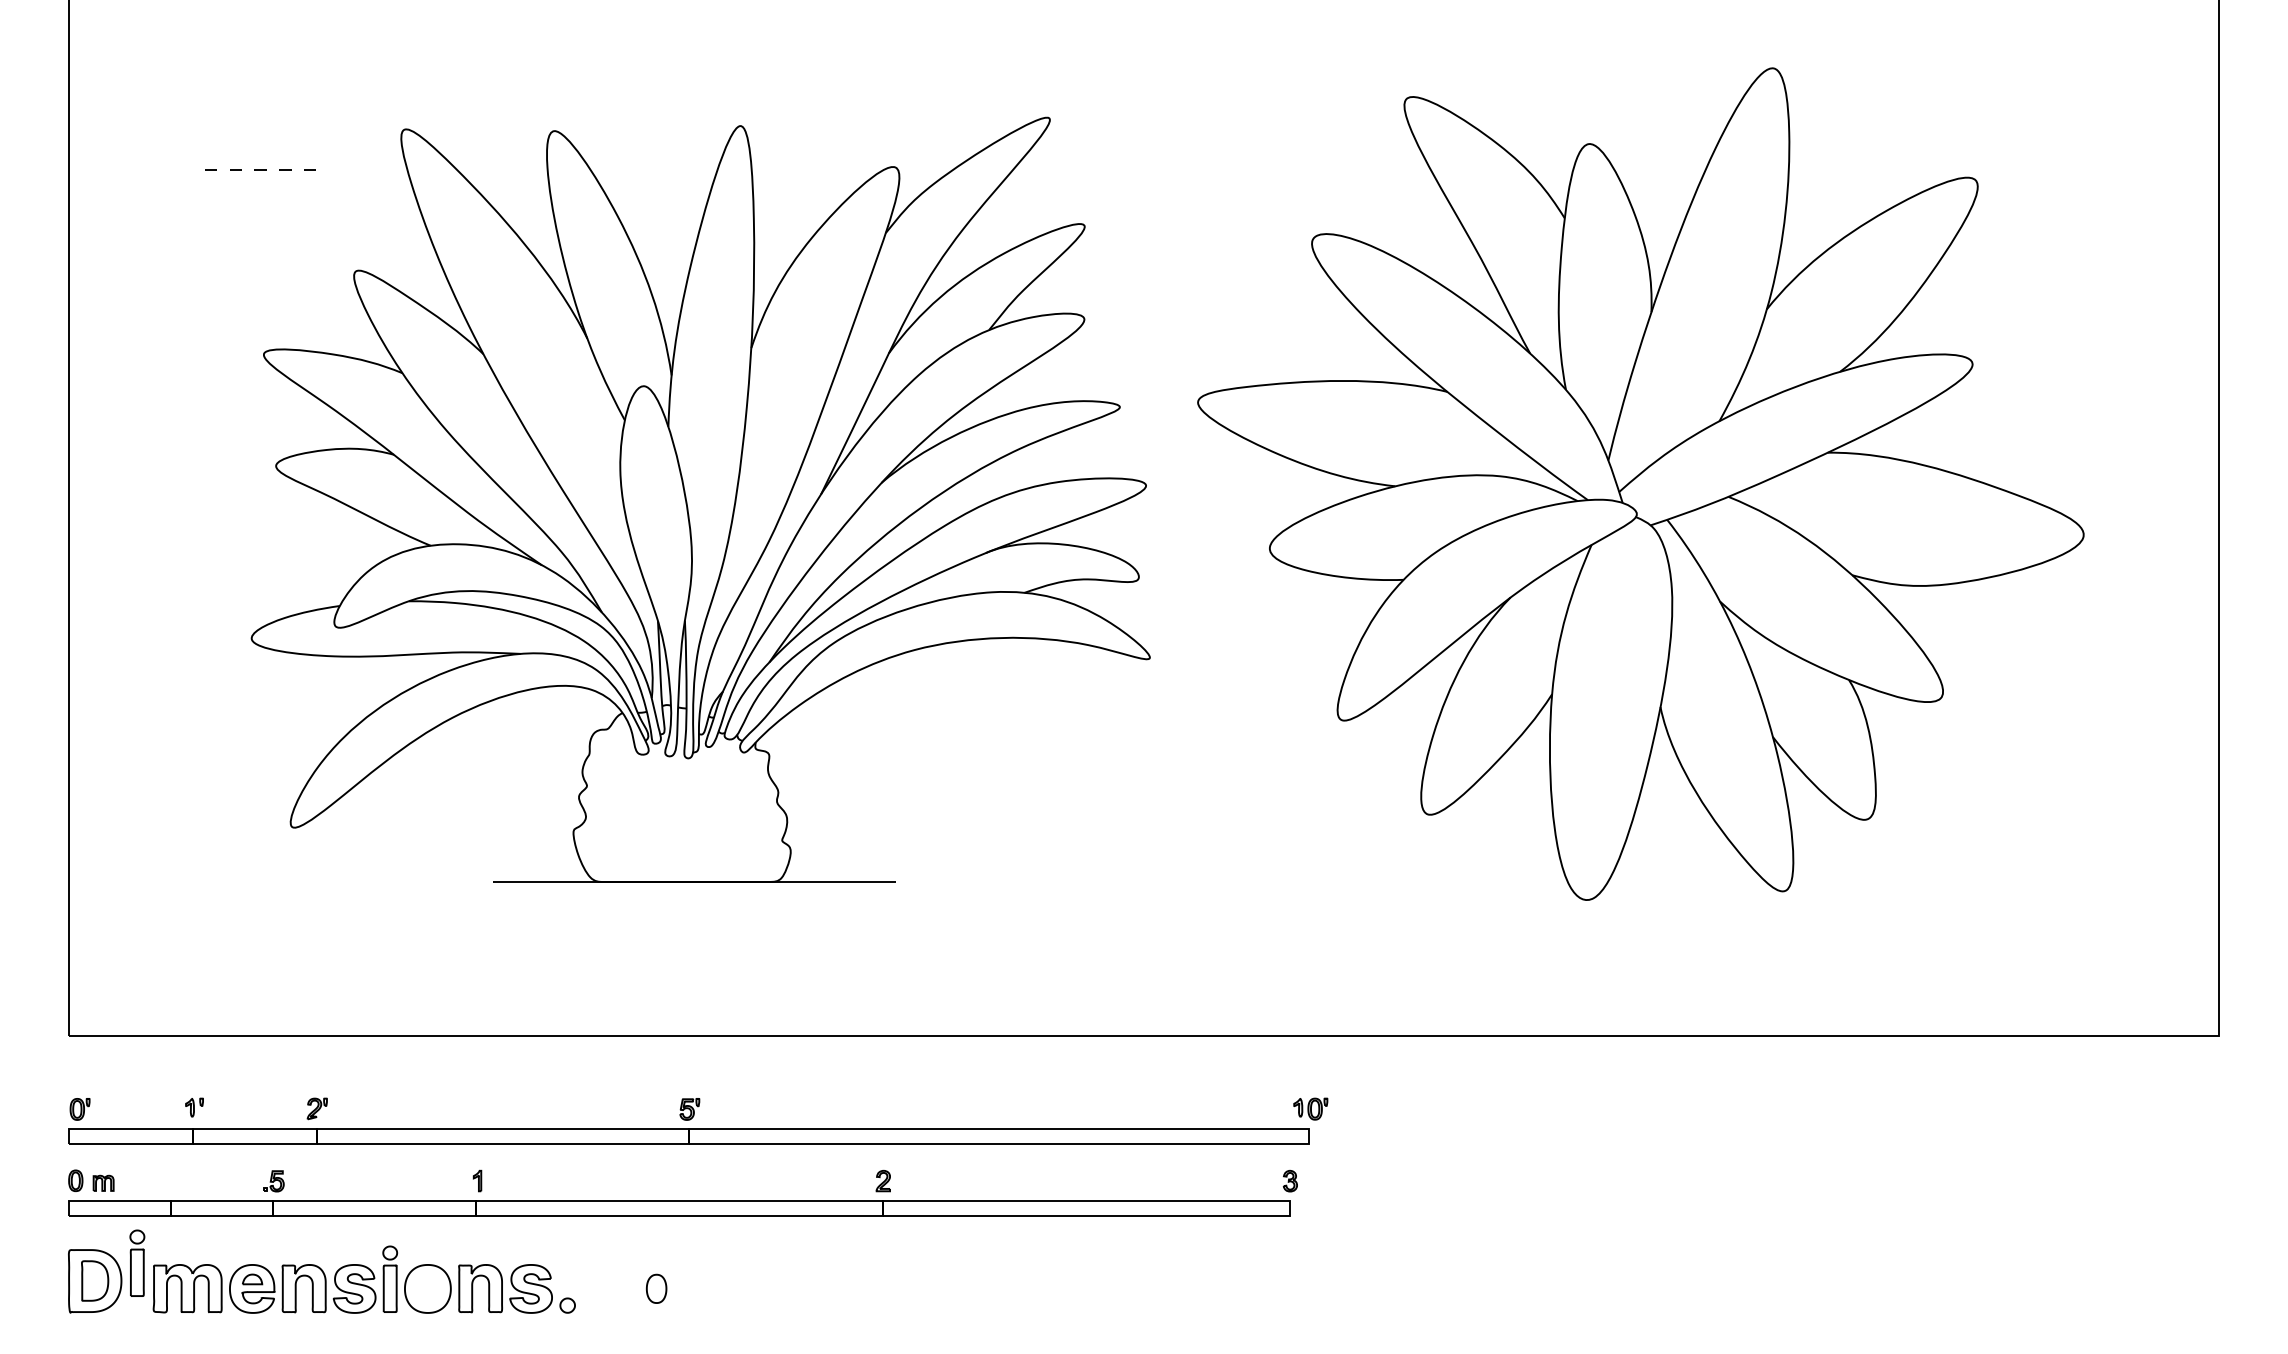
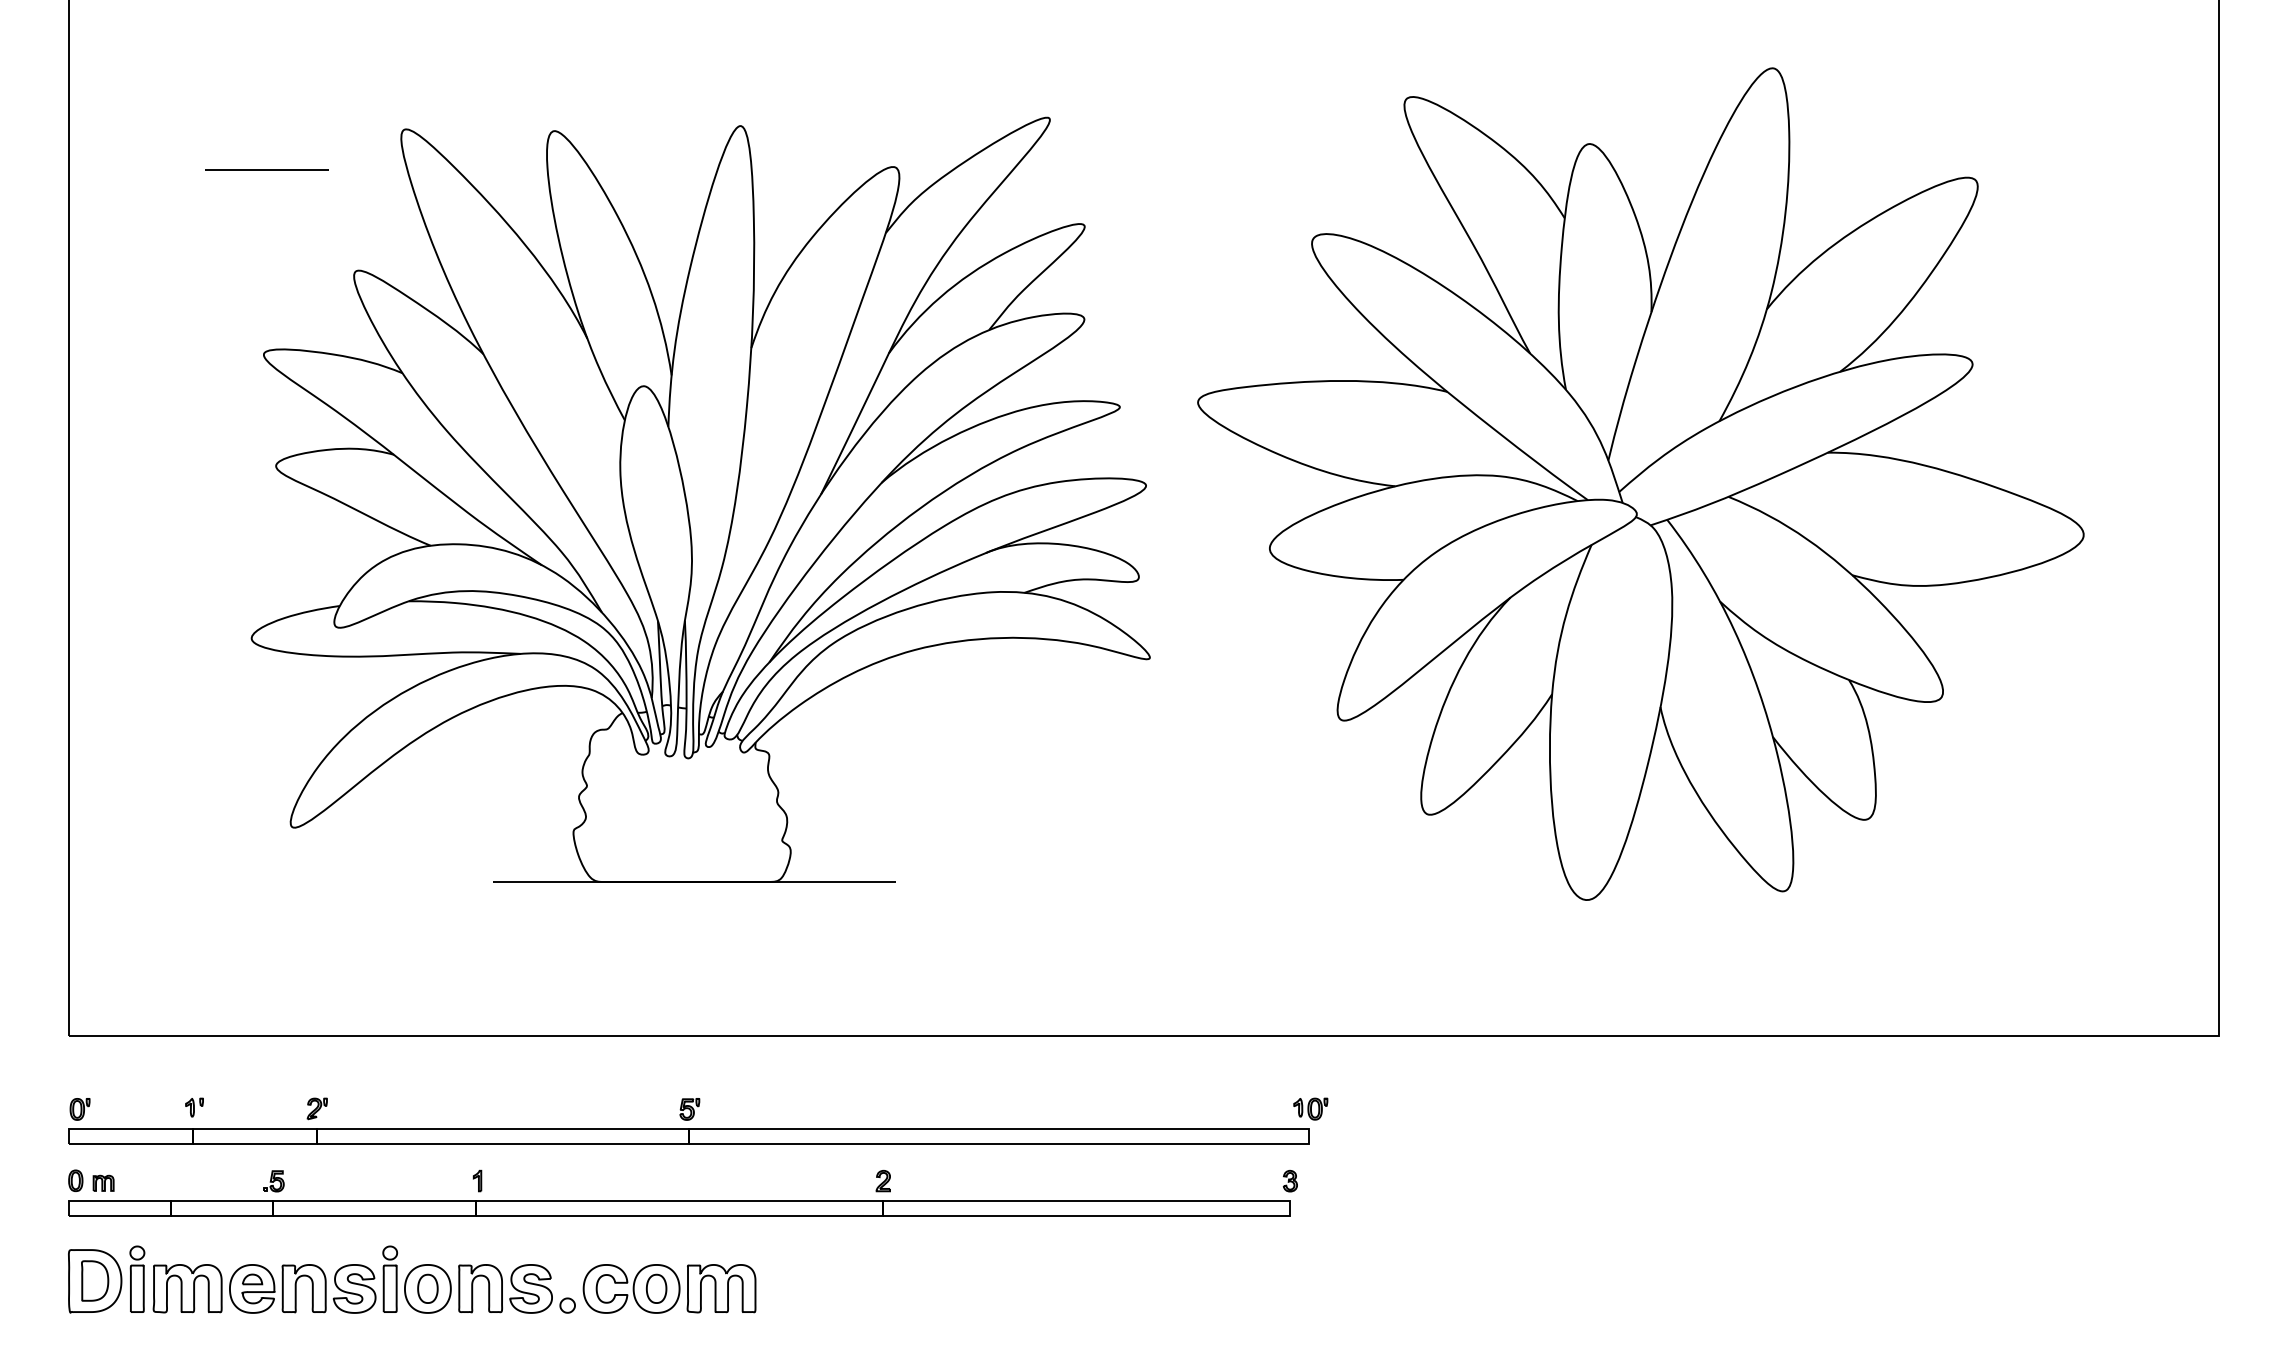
line at (267, 169): dashed -> solid
part at (137, 1262) position: (137, 1262) -> (137, 1278)
part at (427, 1288): none -> present
part at (669, 1288): none -> present
